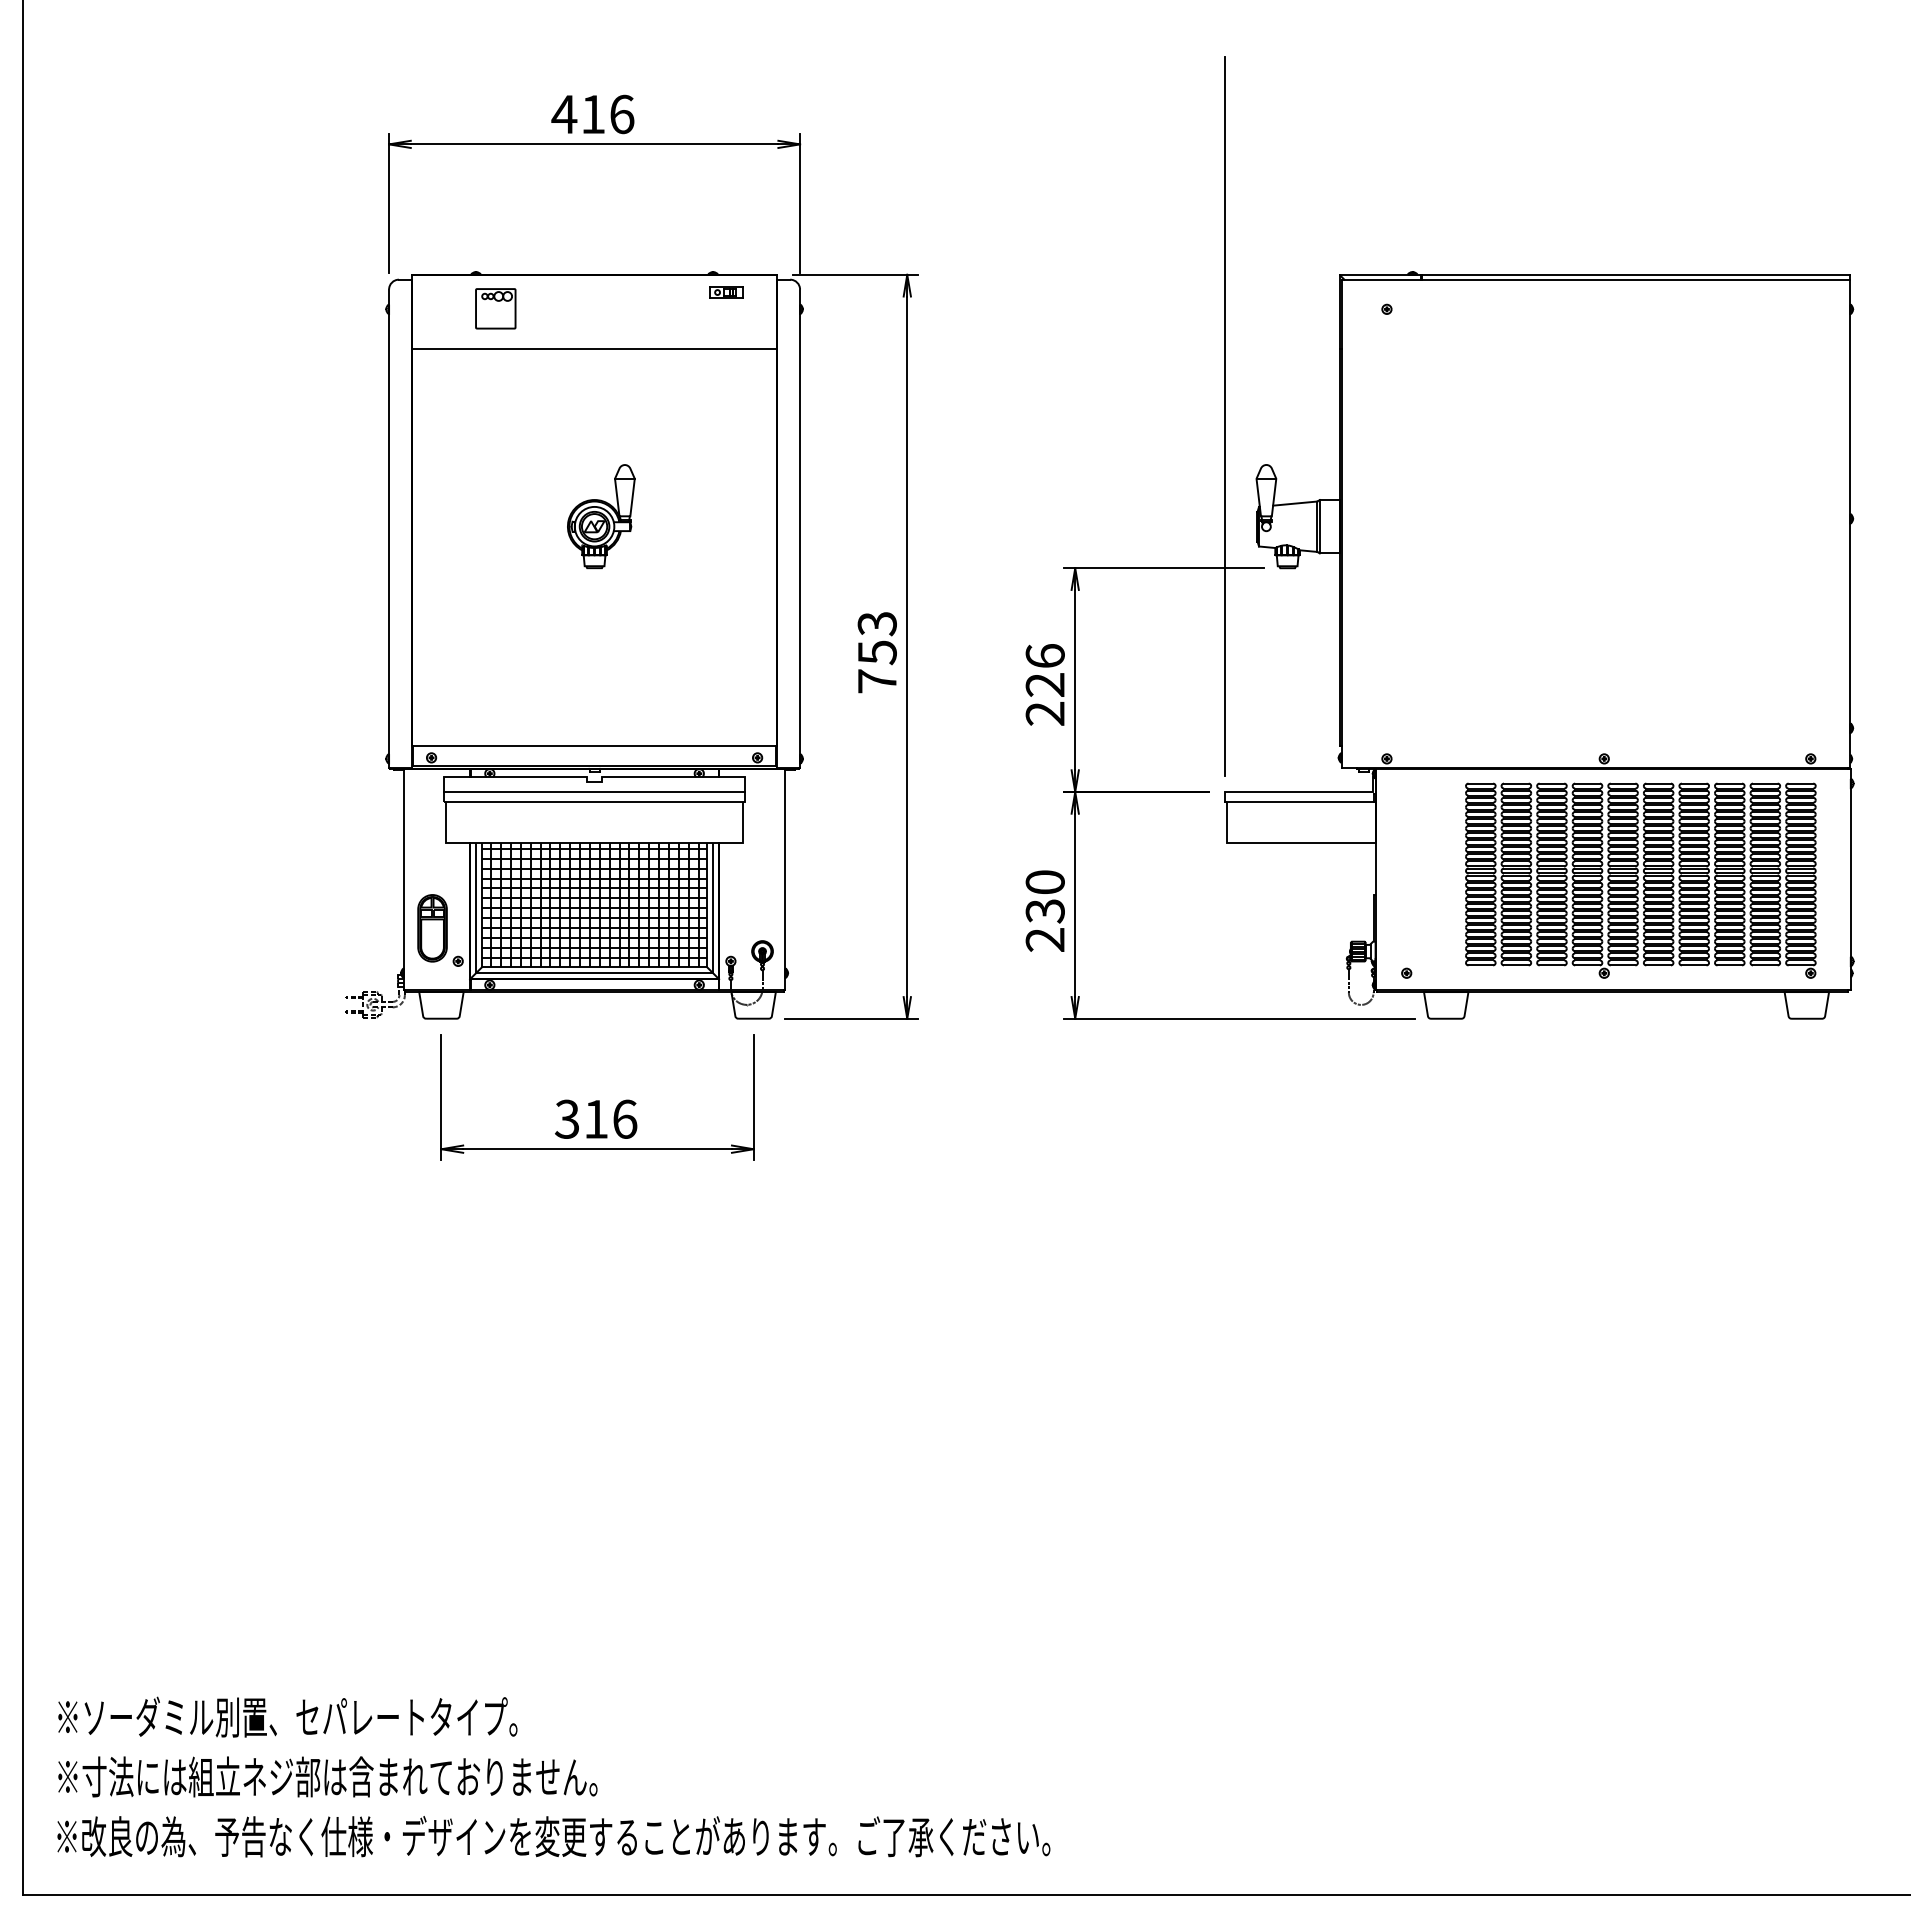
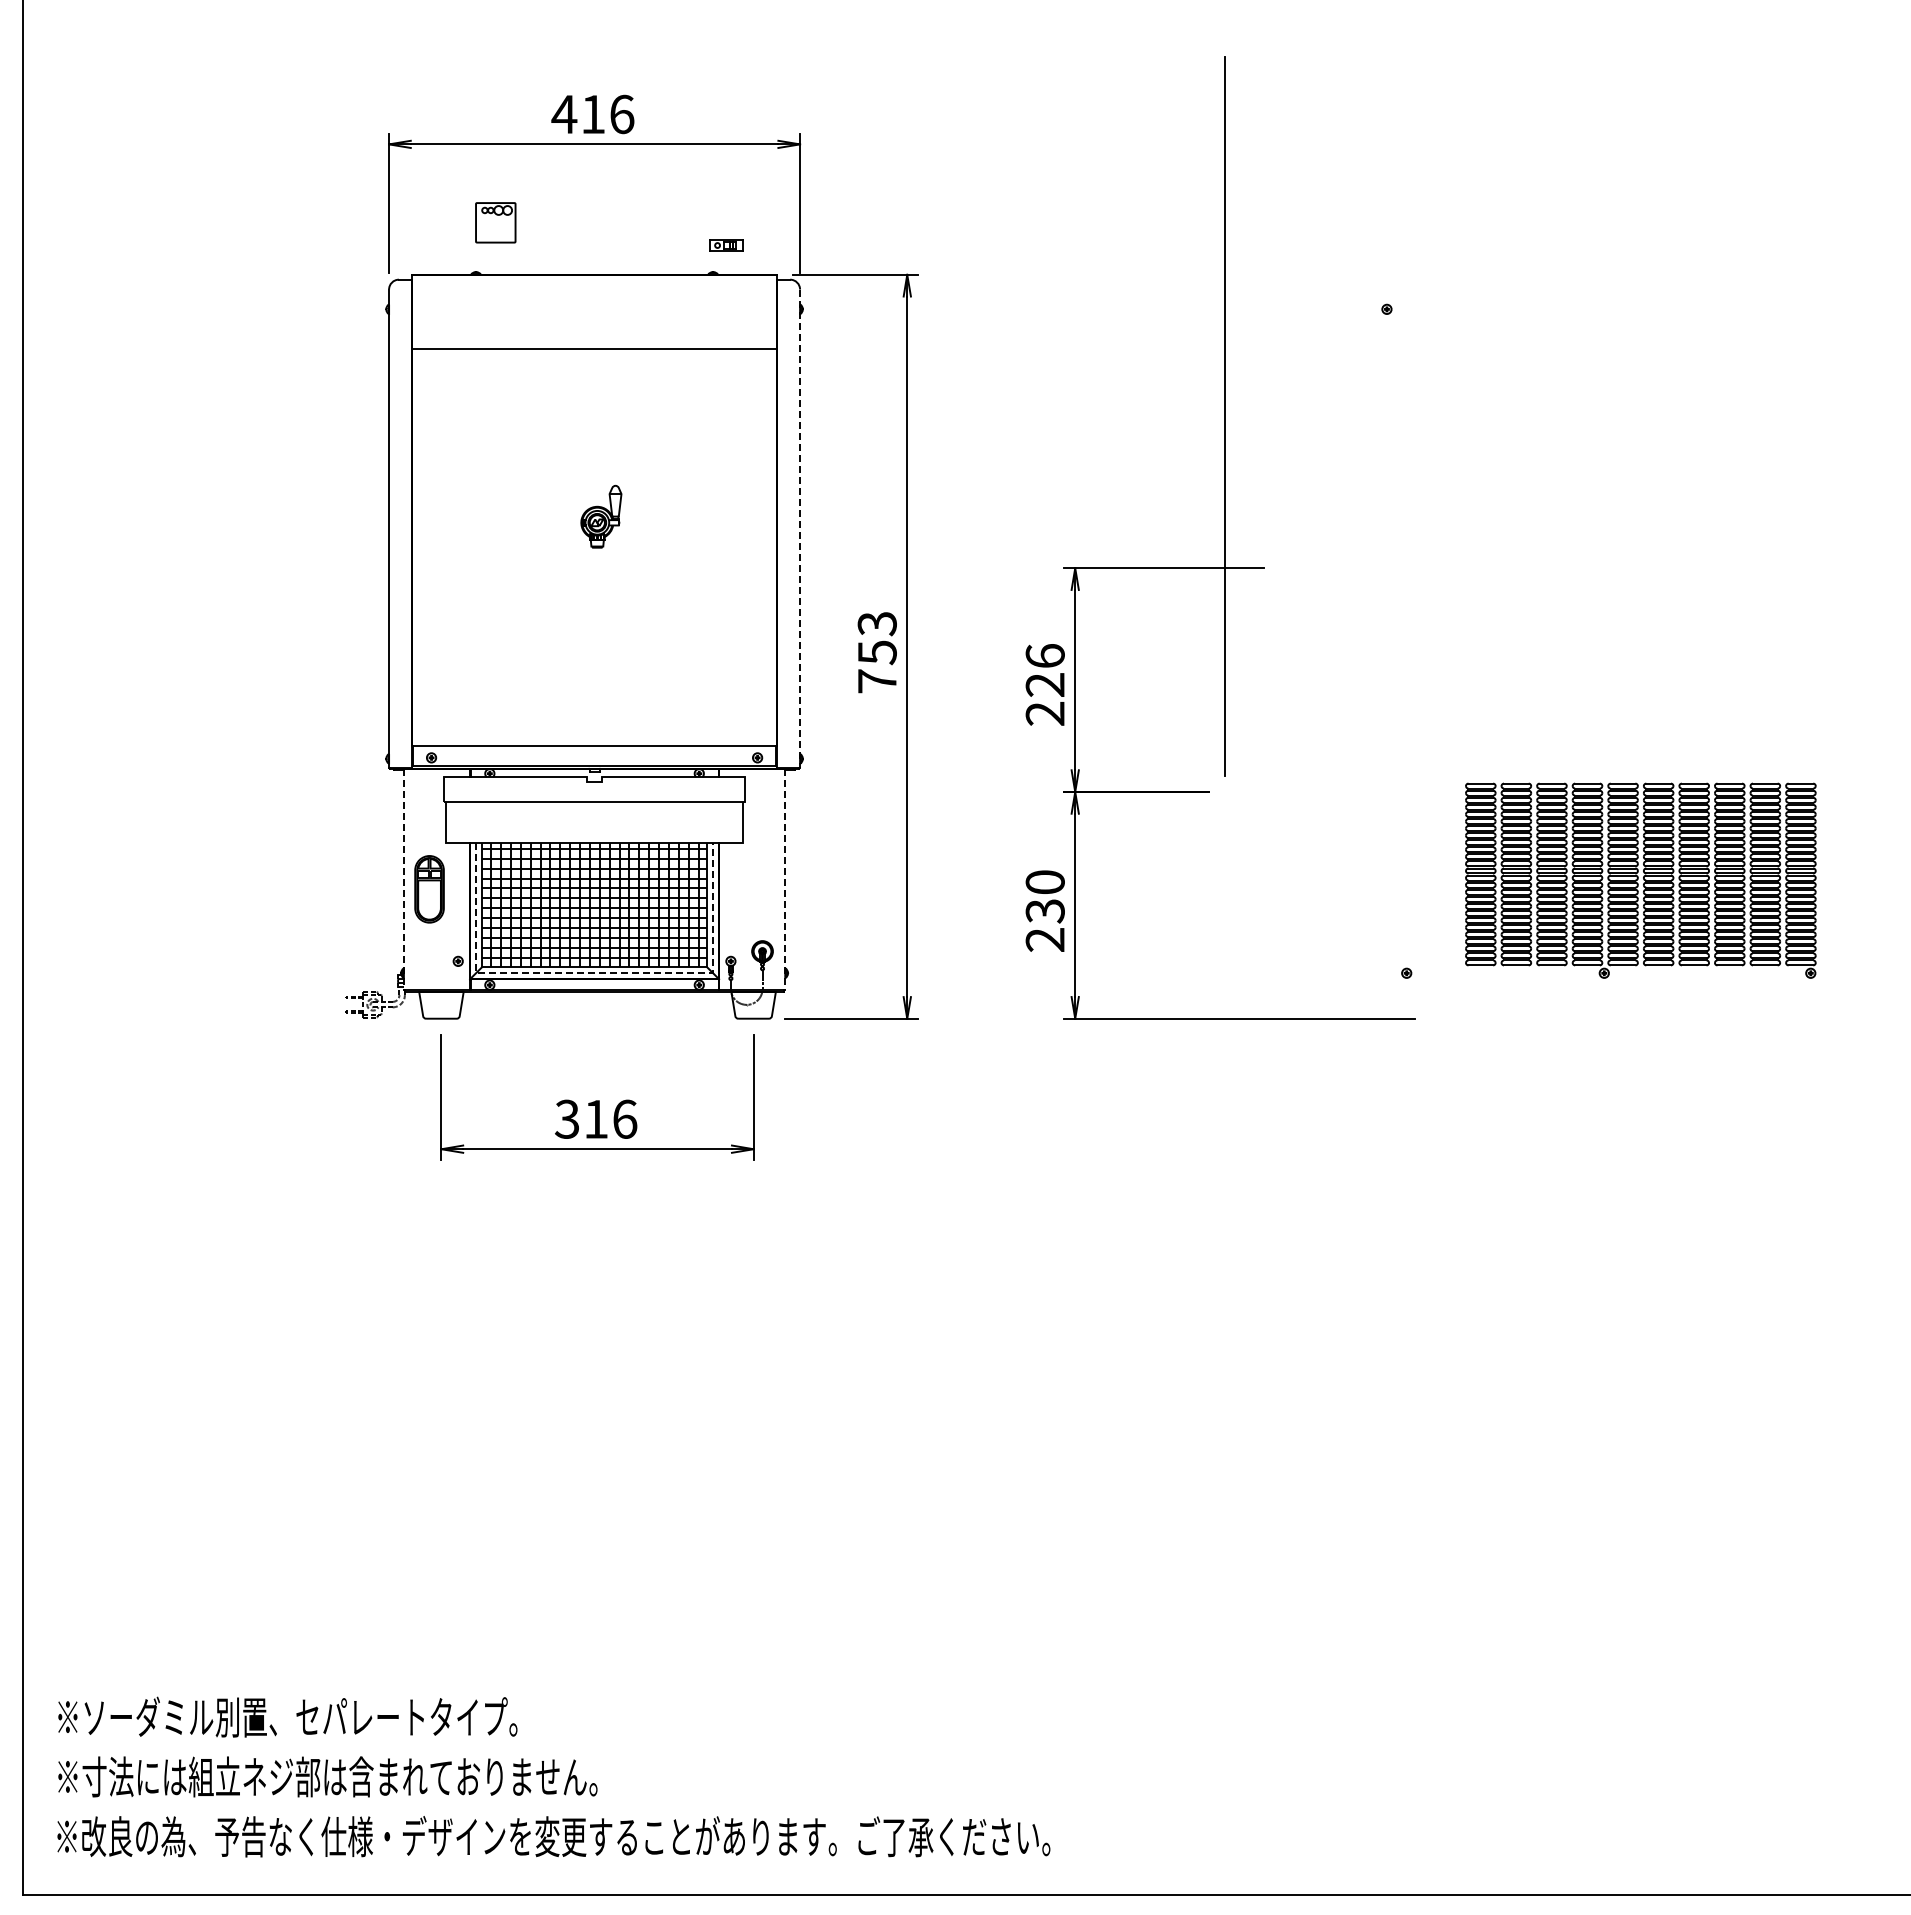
part at (726, 292) position: (726, 292) -> (726, 245)
part at (495, 308) position: (495, 308) -> (495, 222)
part at (601, 516) size: 69x106 px -> 43x65 px
line at (800, 529): solid -> dashed
part at (1539, 645): present -> none
line at (594, 791): present -> none
line at (403, 879): solid -> dashed
line at (785, 879): solid -> dashed
part at (432, 928) position: (432, 928) -> (429, 889)
line at (594, 973): solid -> dashed
